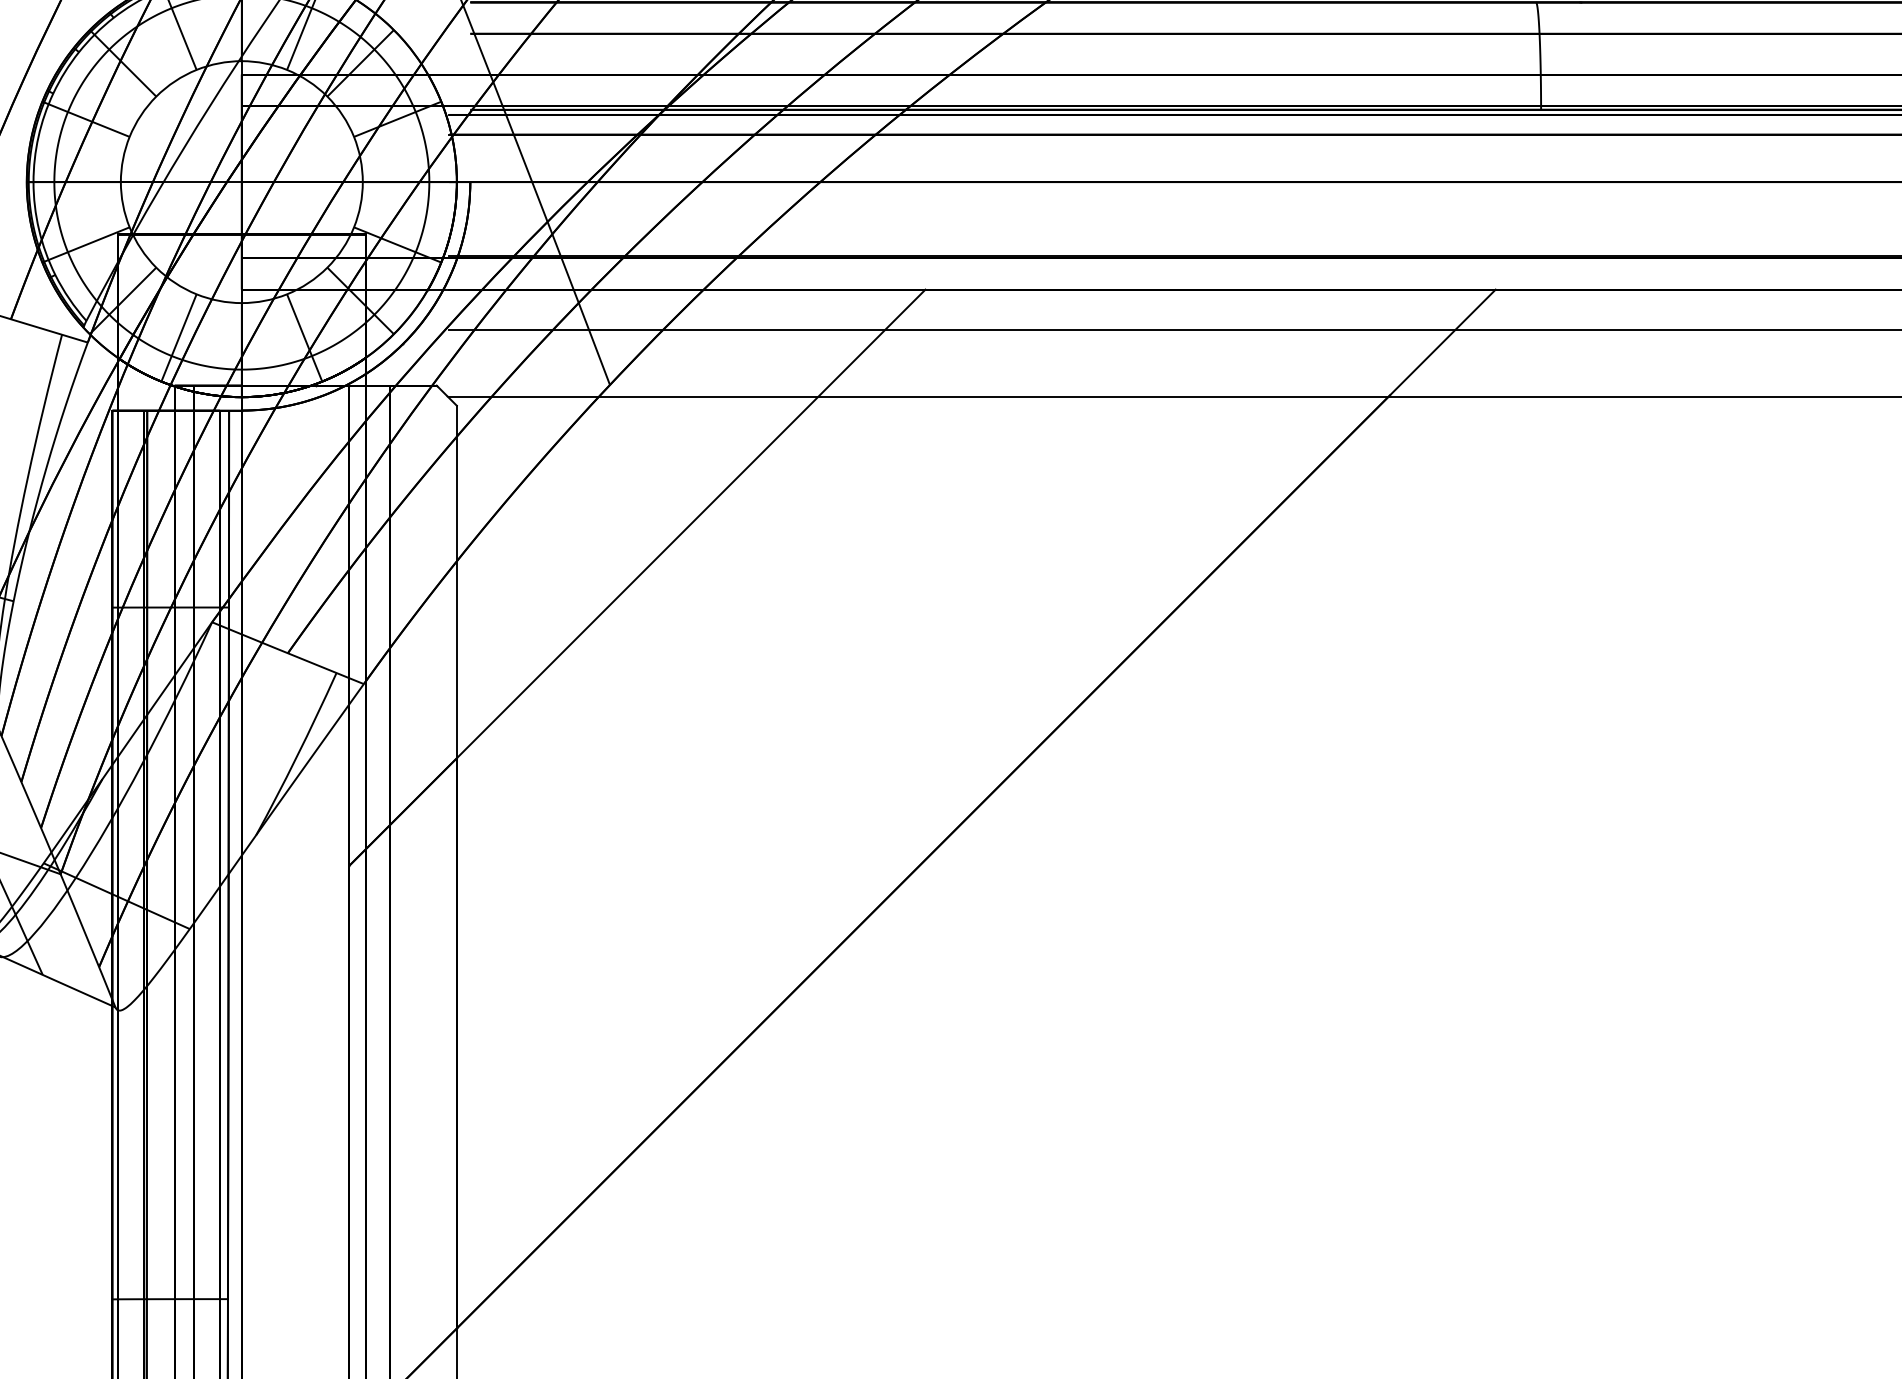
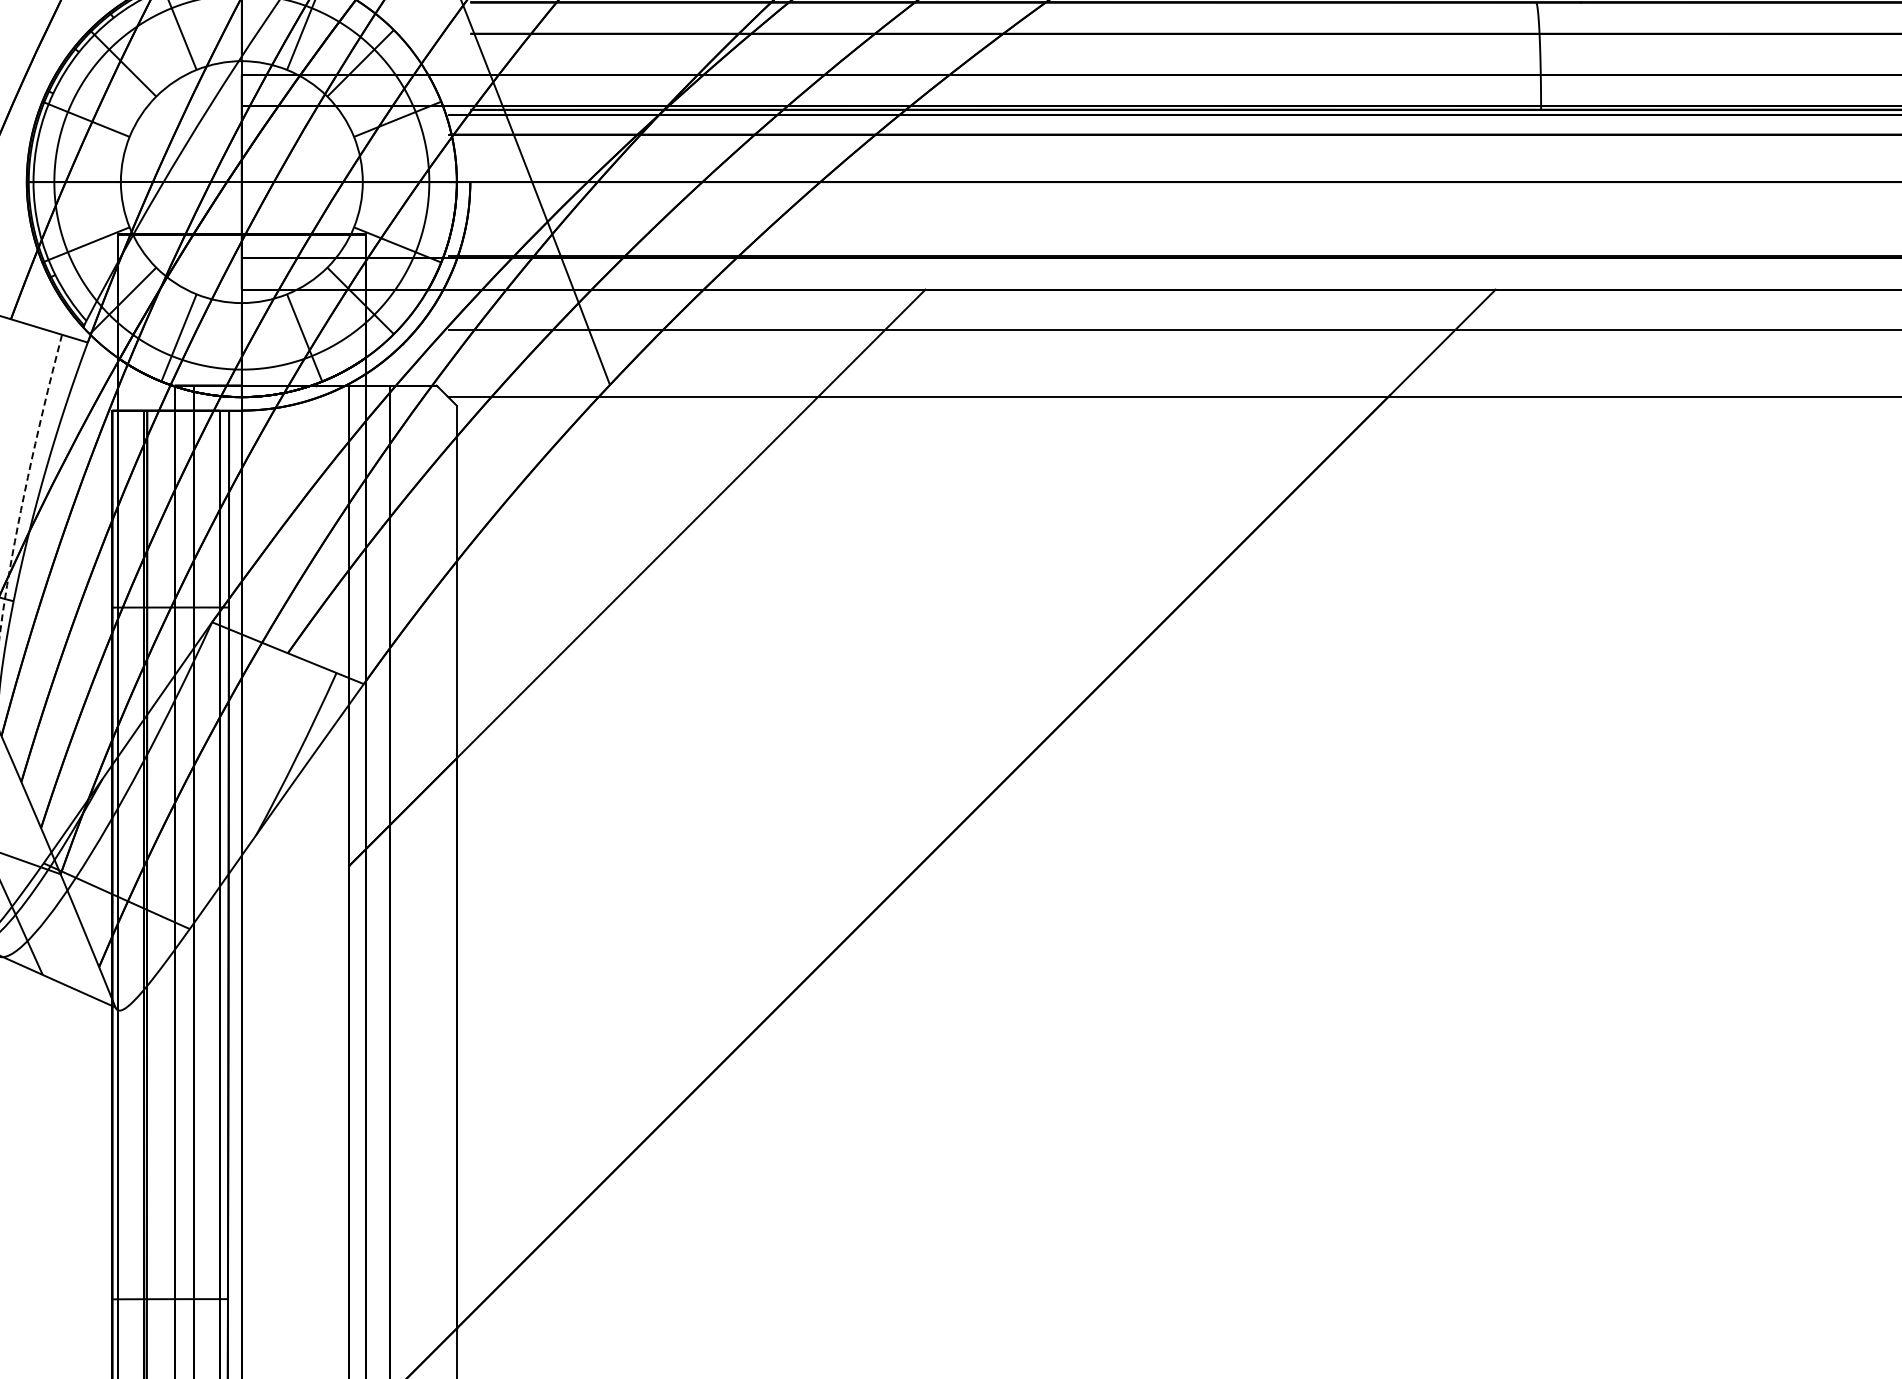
arc at (25, 487): solid -> dashed
